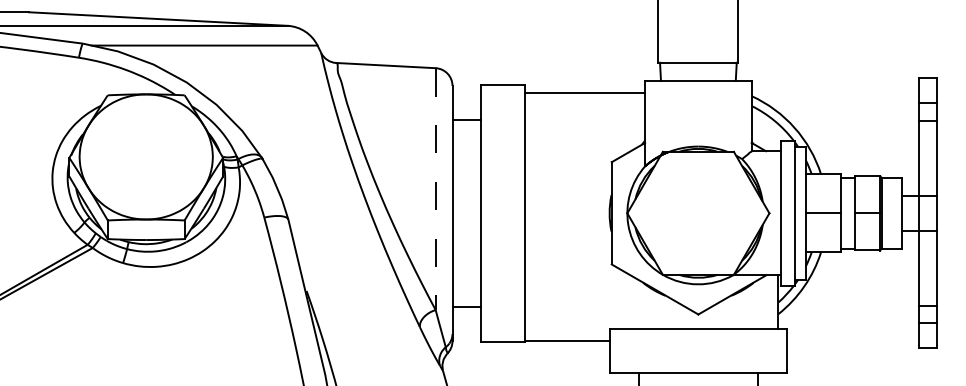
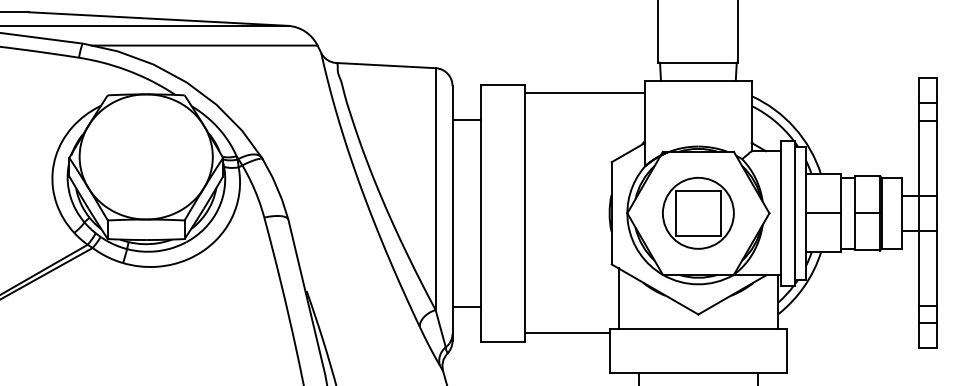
line at (435, 189): dashed -> solid
part at (698, 212): none -> present
line at (618, 298): none -> present
line at (567, 341) position: (567, 341) -> (567, 333)
